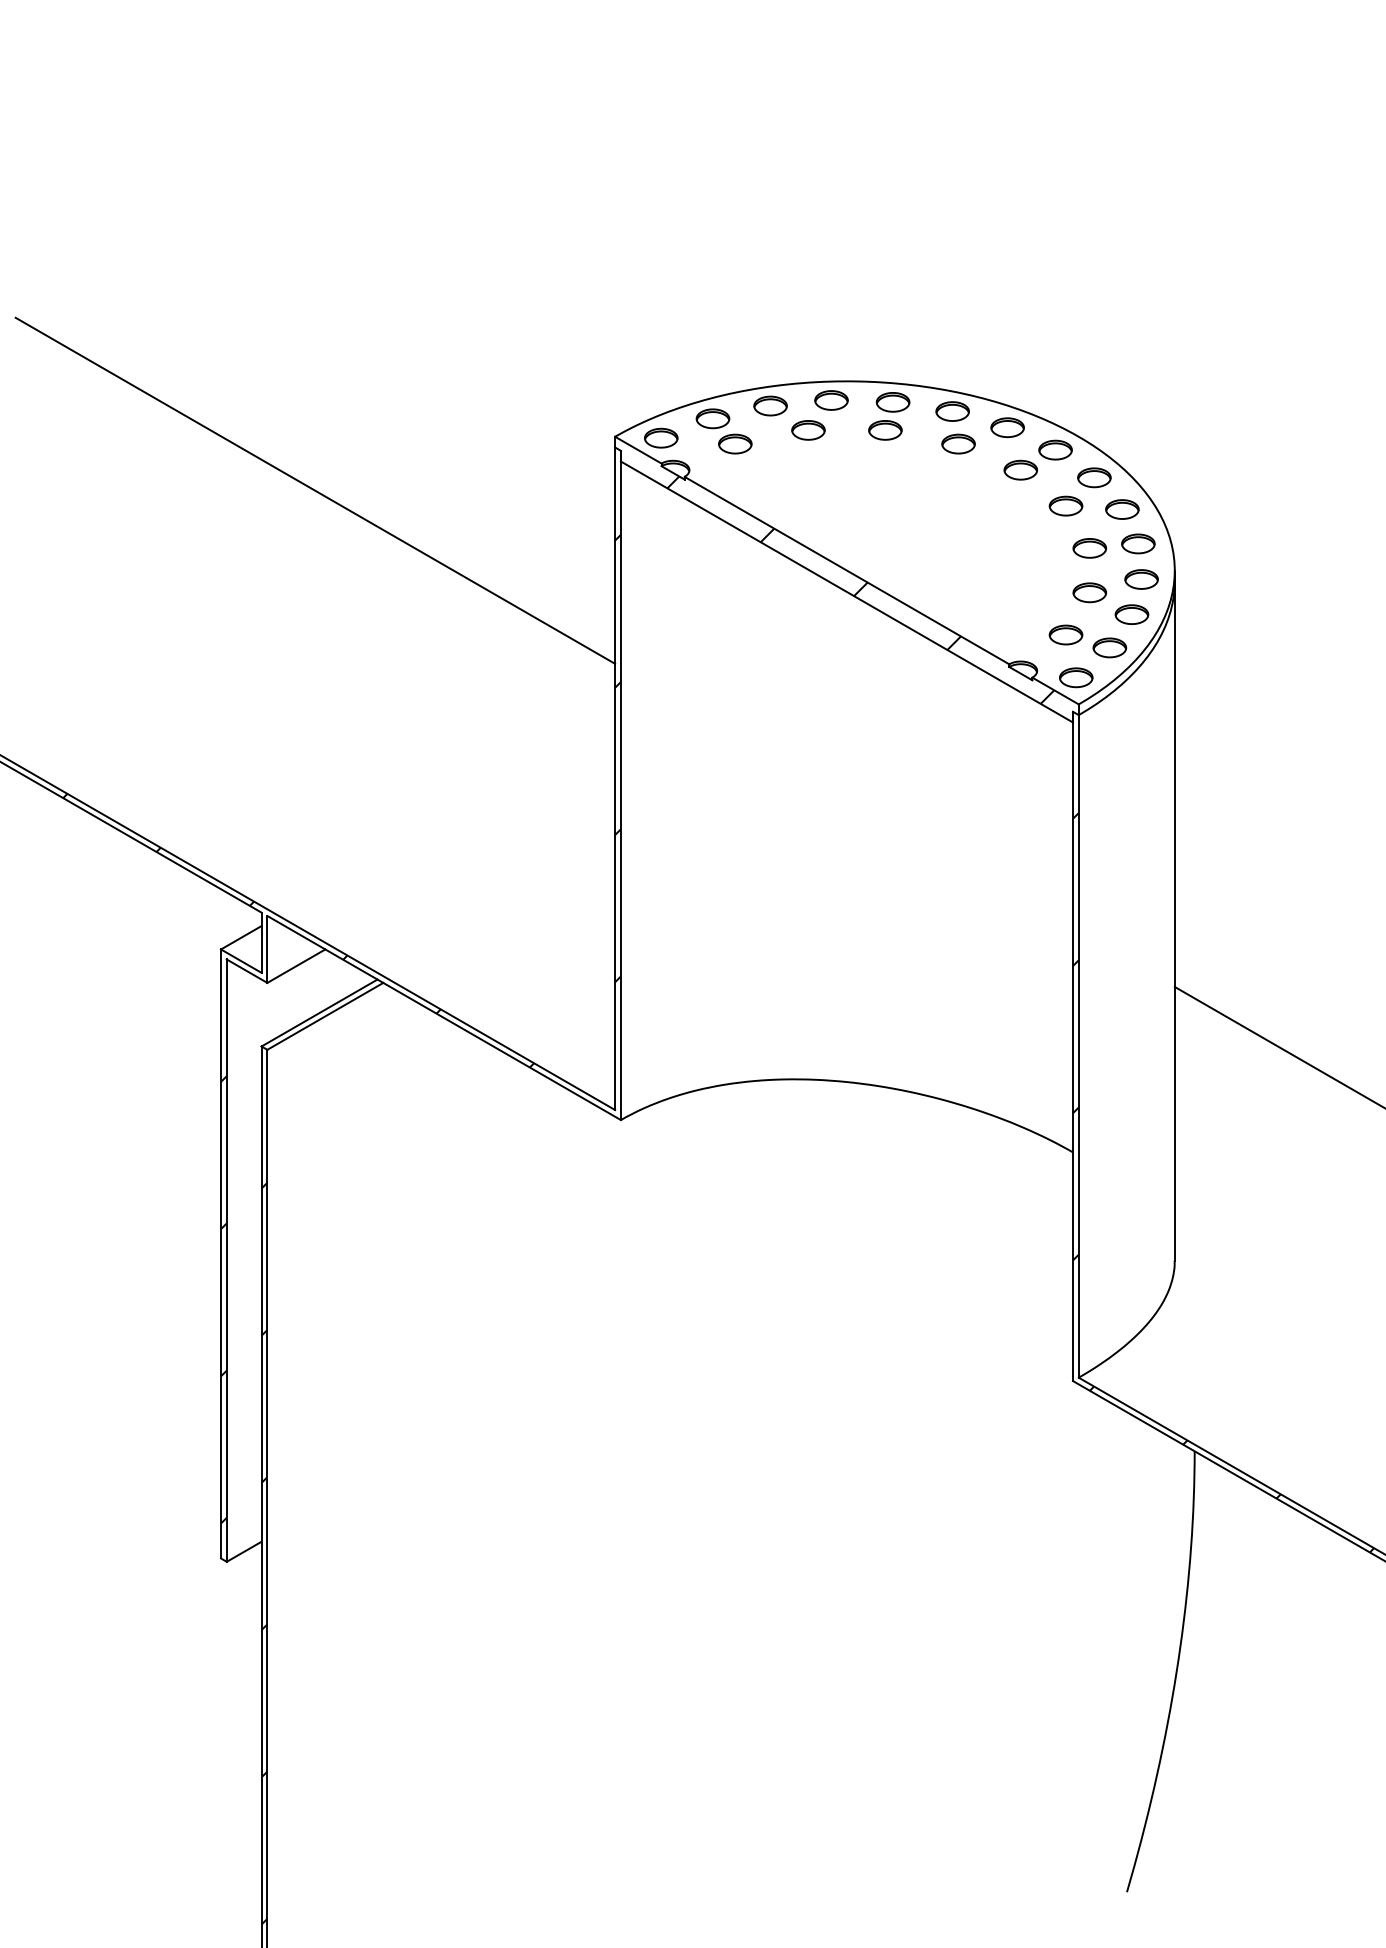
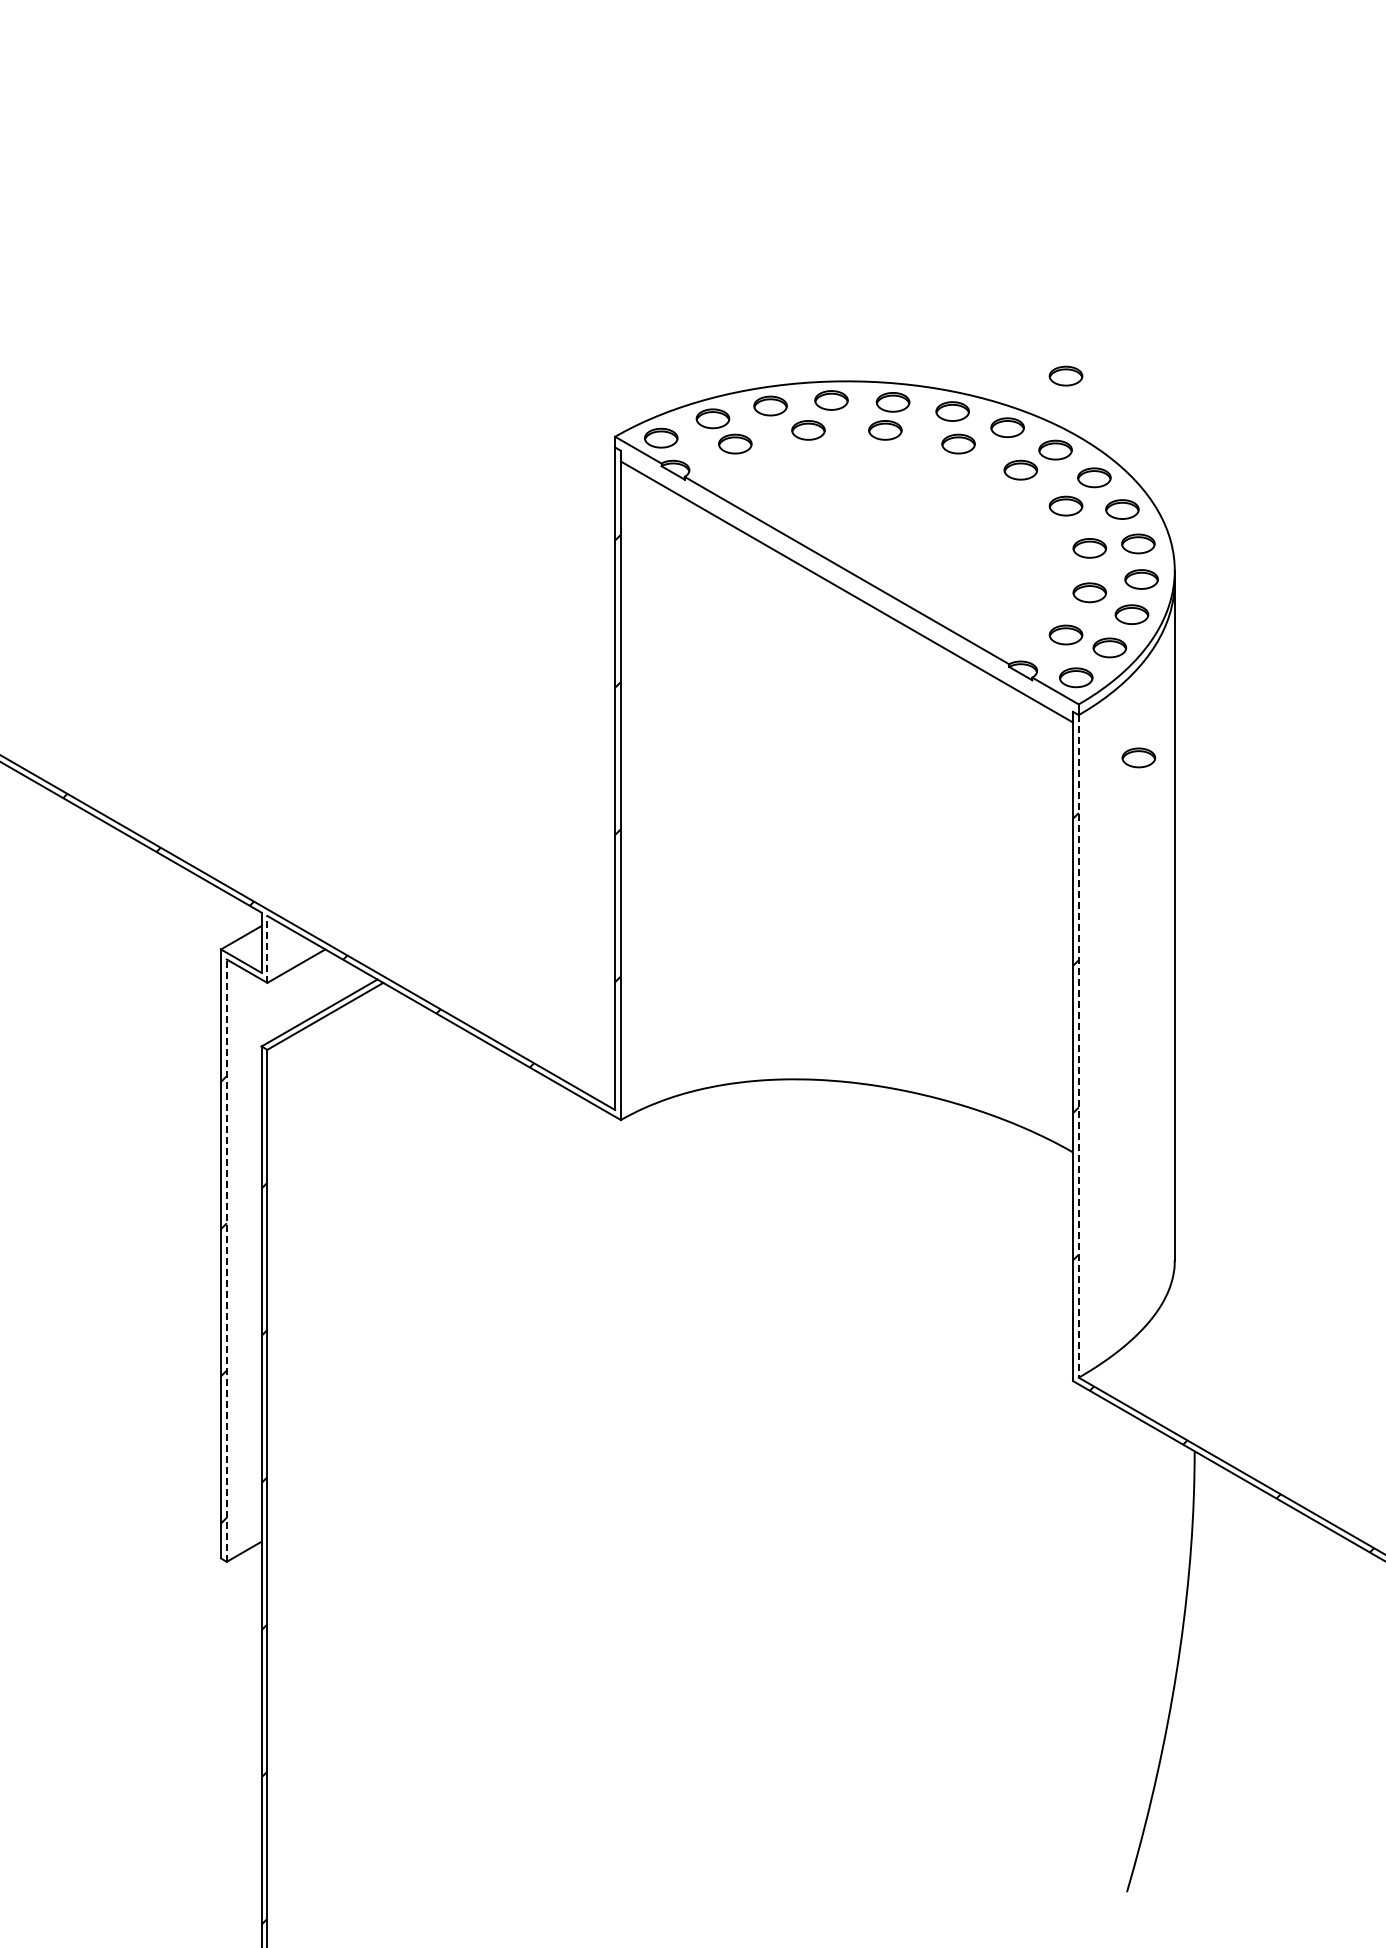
part at (1065, 375): none -> present
line at (315, 490): present -> none
hatch at (860, 589): present -> none
part at (1138, 757): none -> present
line at (267, 948): solid -> dashed
line at (1078, 1046): solid -> dashed
line at (1278, 1046): present -> none
line at (226, 1260): solid -> dashed
